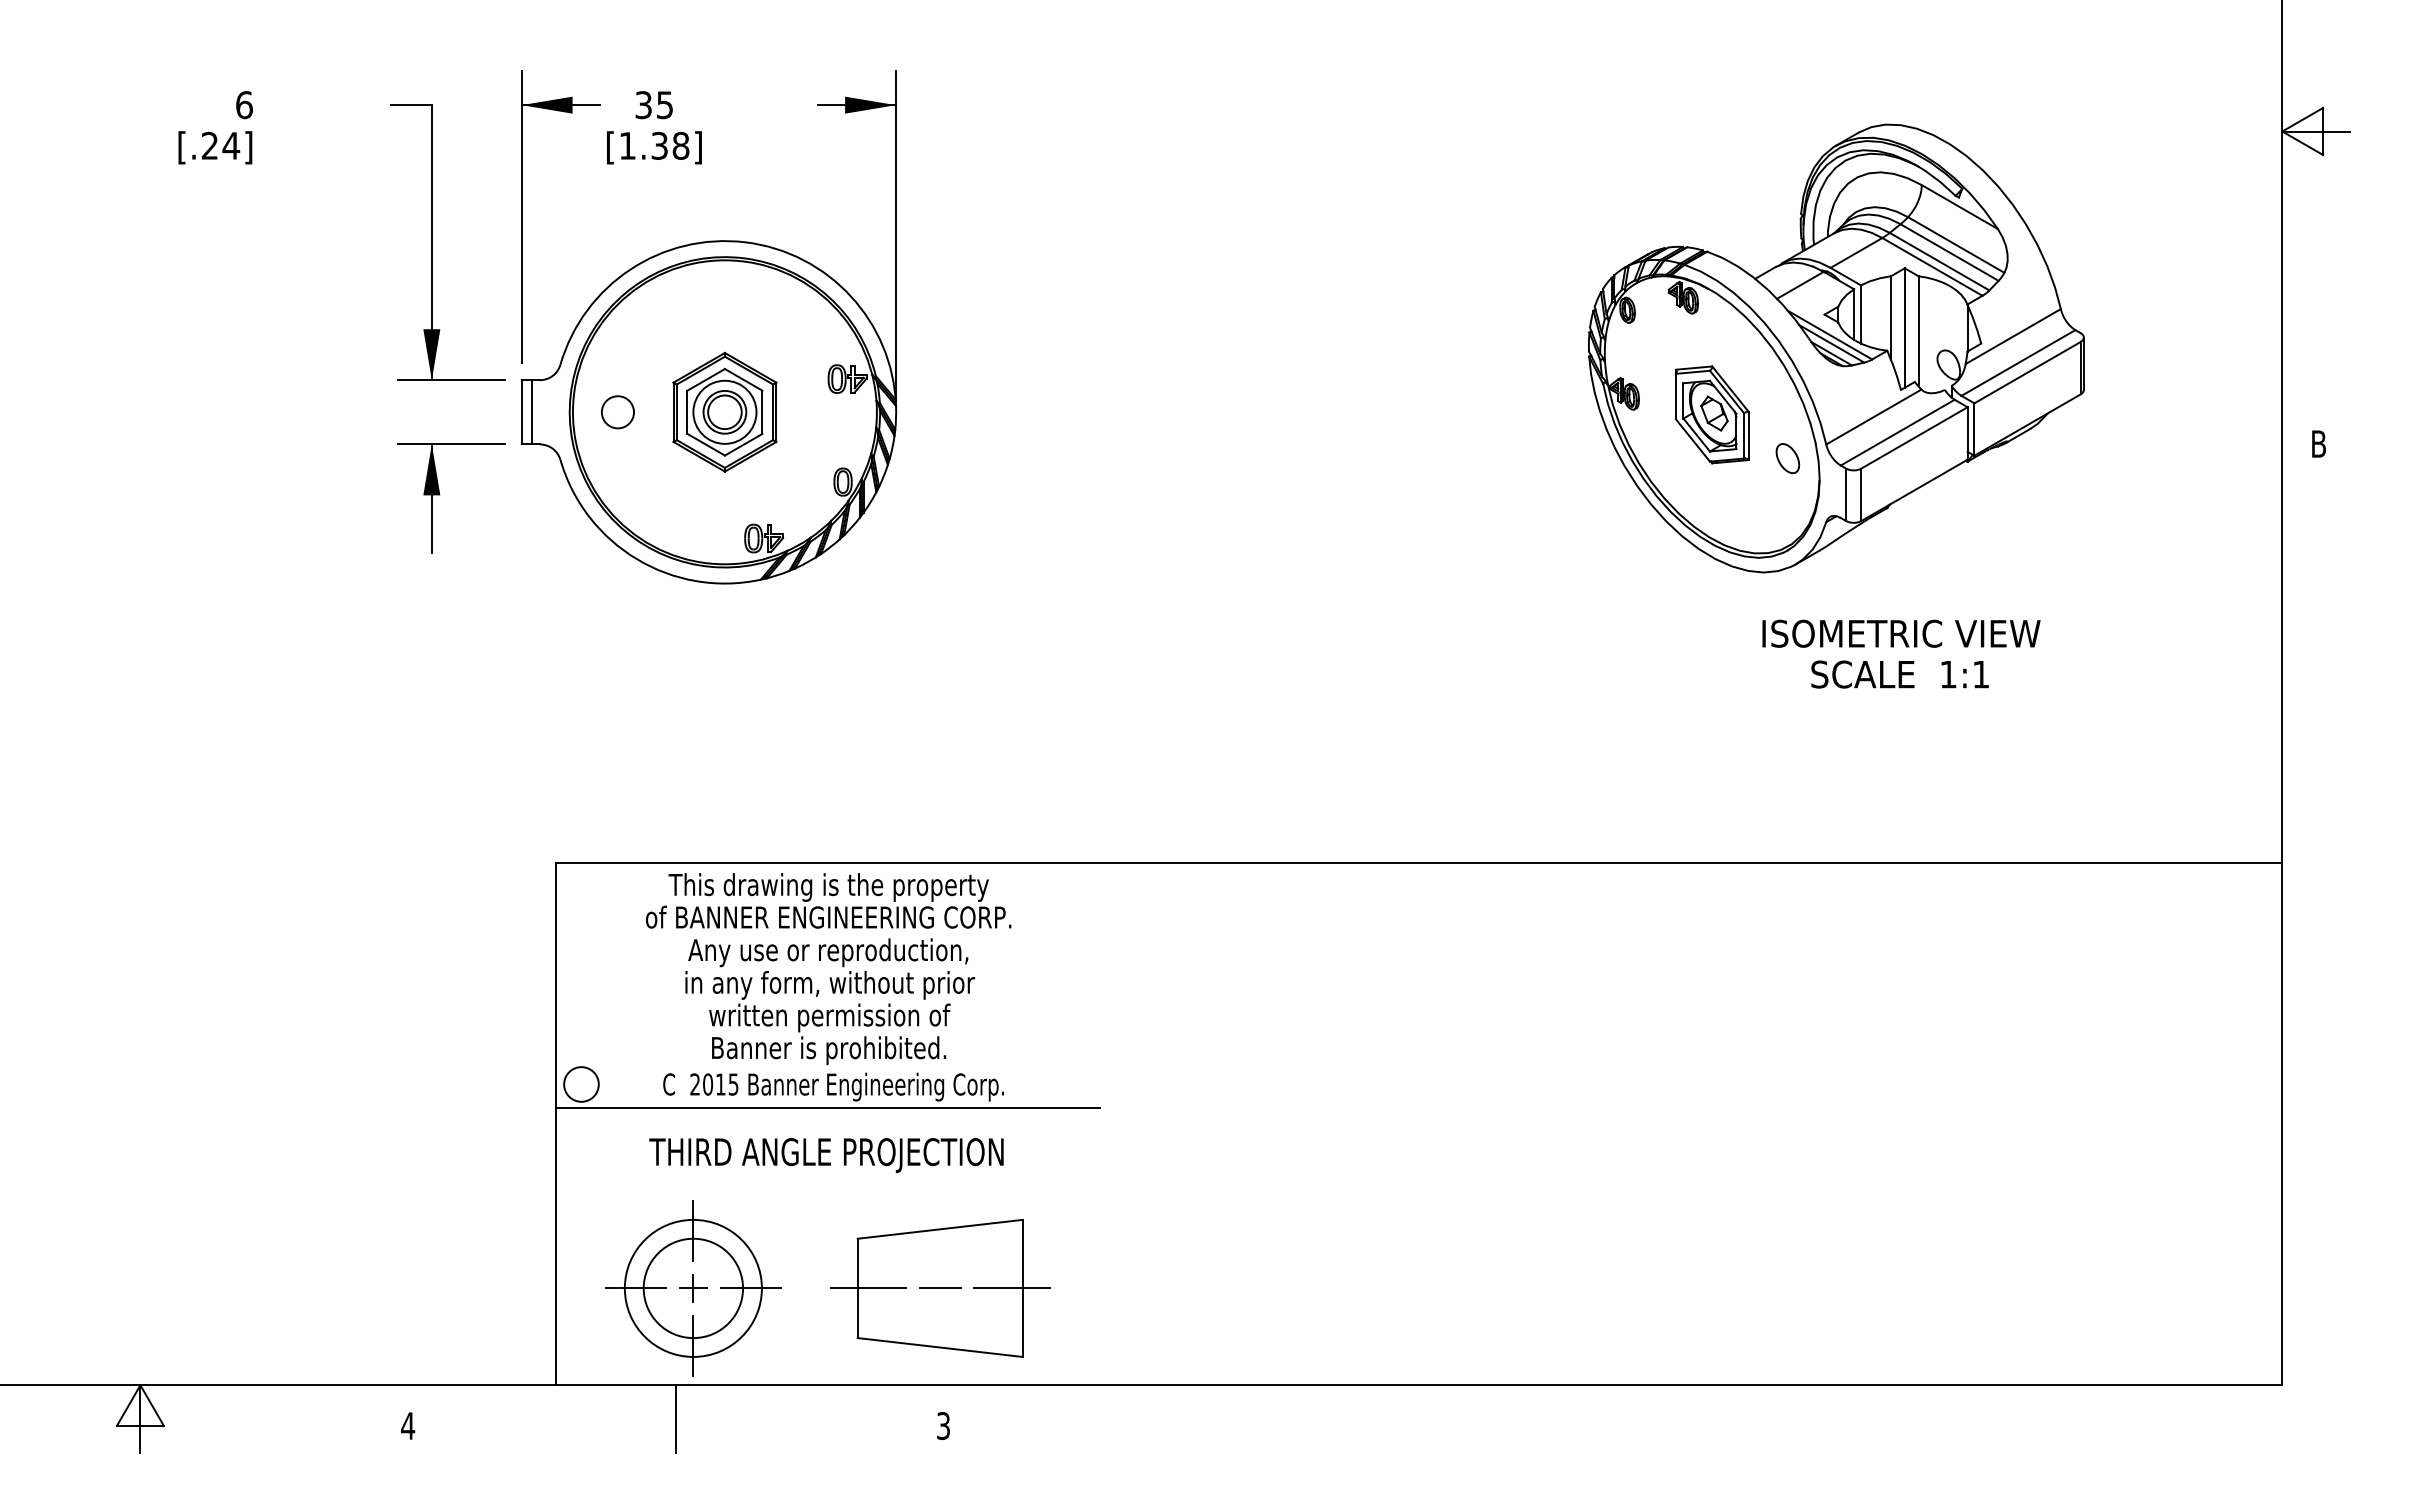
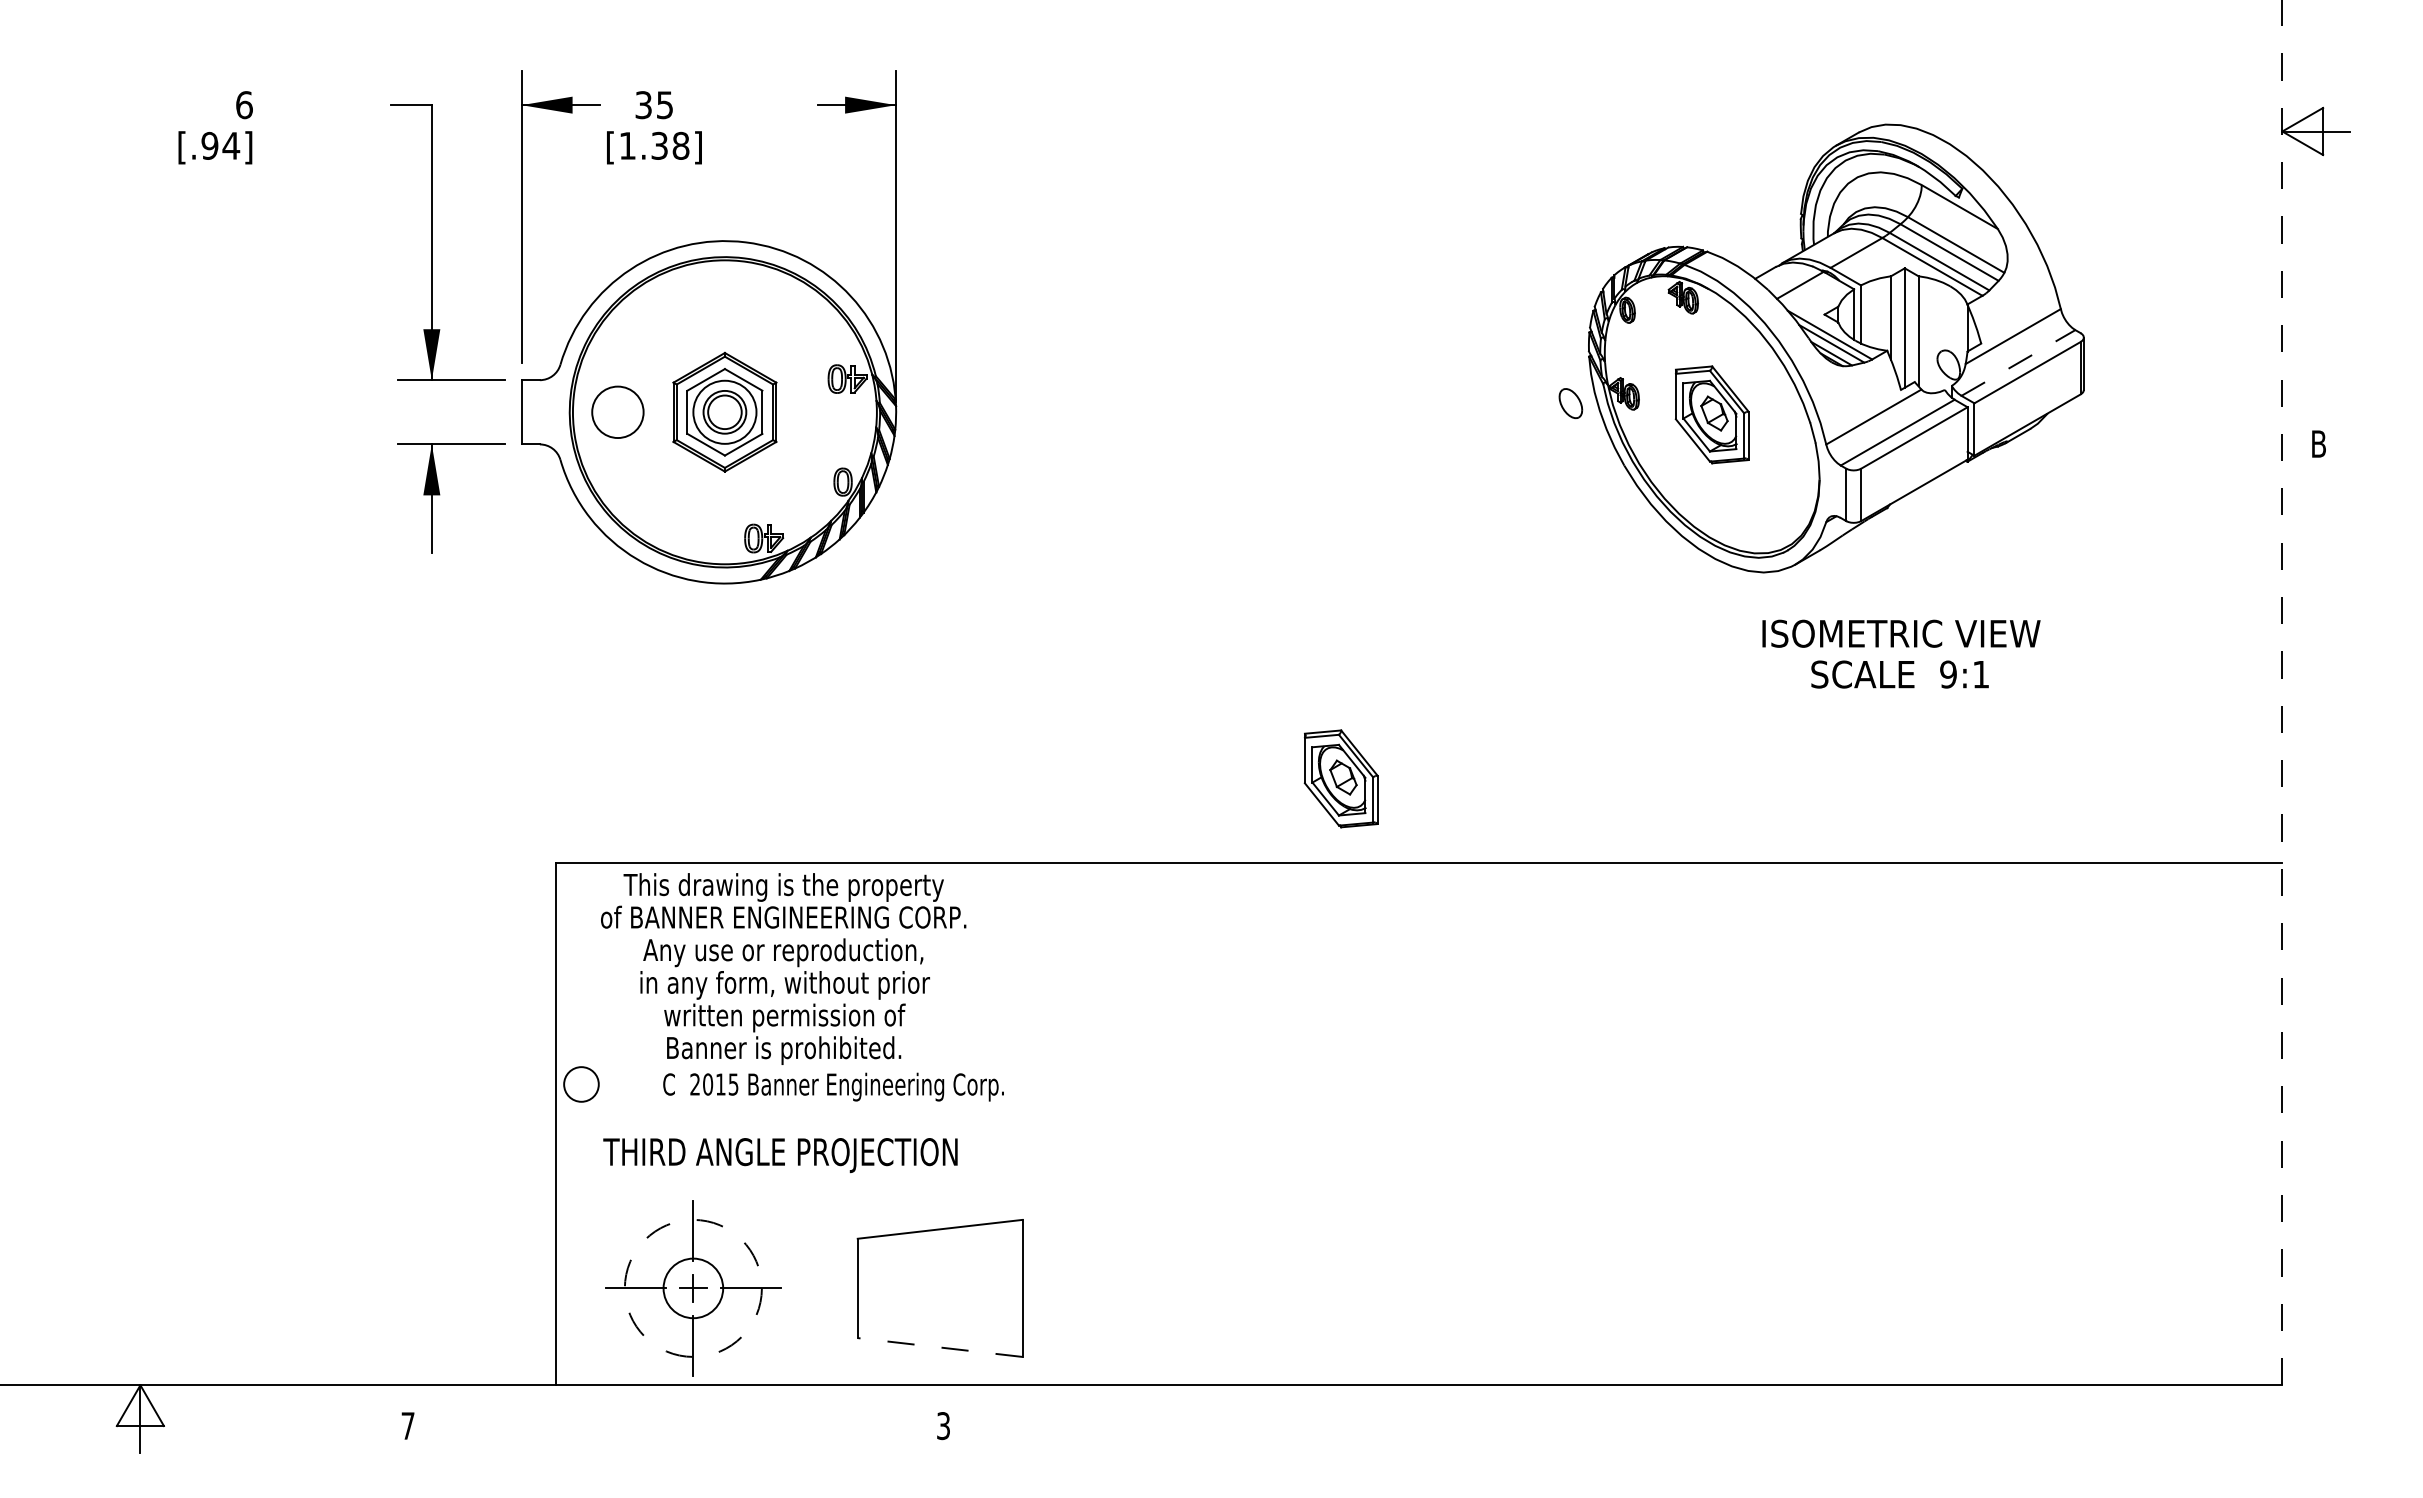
text at (209, 145): [.24] -> [.94]
line at (2018, 363): solid -> dashed
line at (532, 412): present -> none
circle at (617, 412) diameter: 32 px -> 51 px
part at (1787, 458) position: (1787, 458) -> (1570, 403)
text at (1948, 674): 1:1 -> 9:1
line at (2282, 692): solid -> dashed
part at (1340, 778): none -> present
text at (828, 968) position: (828, 968) -> (783, 968)
line at (827, 1108): present -> none
text at (826, 1155) position: (826, 1155) -> (780, 1155)
circle at (692, 1287): solid -> dashed
circle at (693, 1288) diameter: 99 px -> 60 px
line at (868, 1288): present -> none
line at (939, 1288): present -> none
line at (1011, 1288): present -> none
line at (940, 1347): solid -> dashed
line at (675, 1419): present -> none
text at (408, 1425): 4 -> 7
